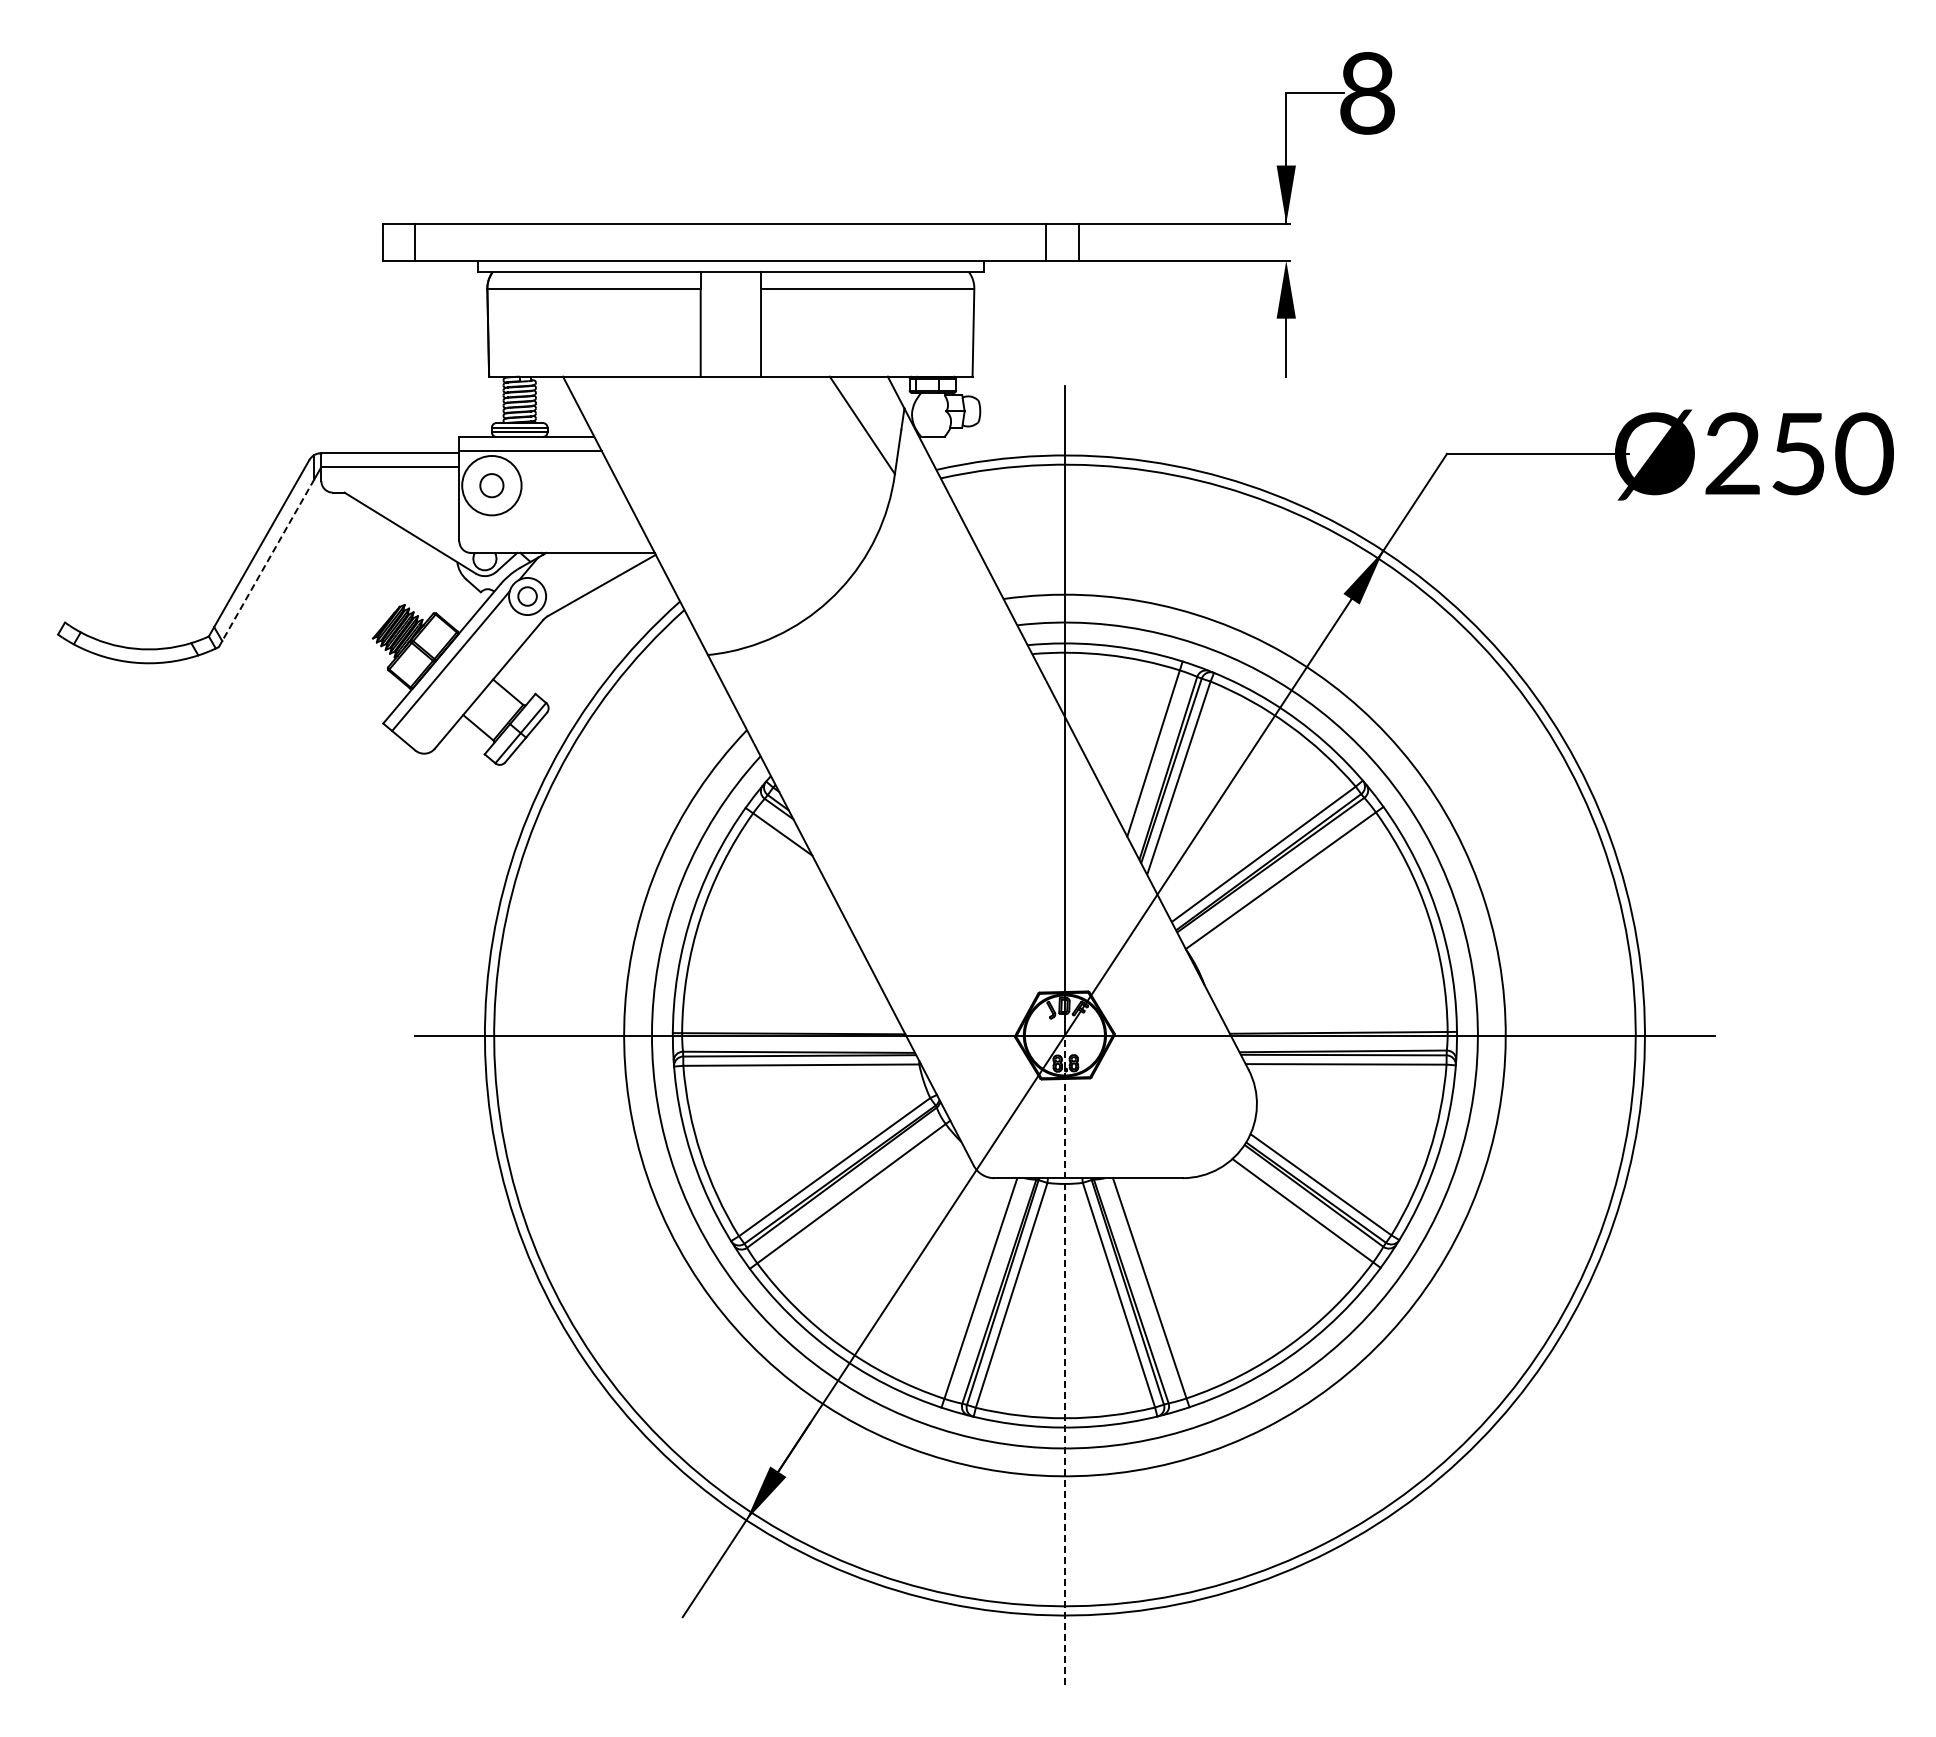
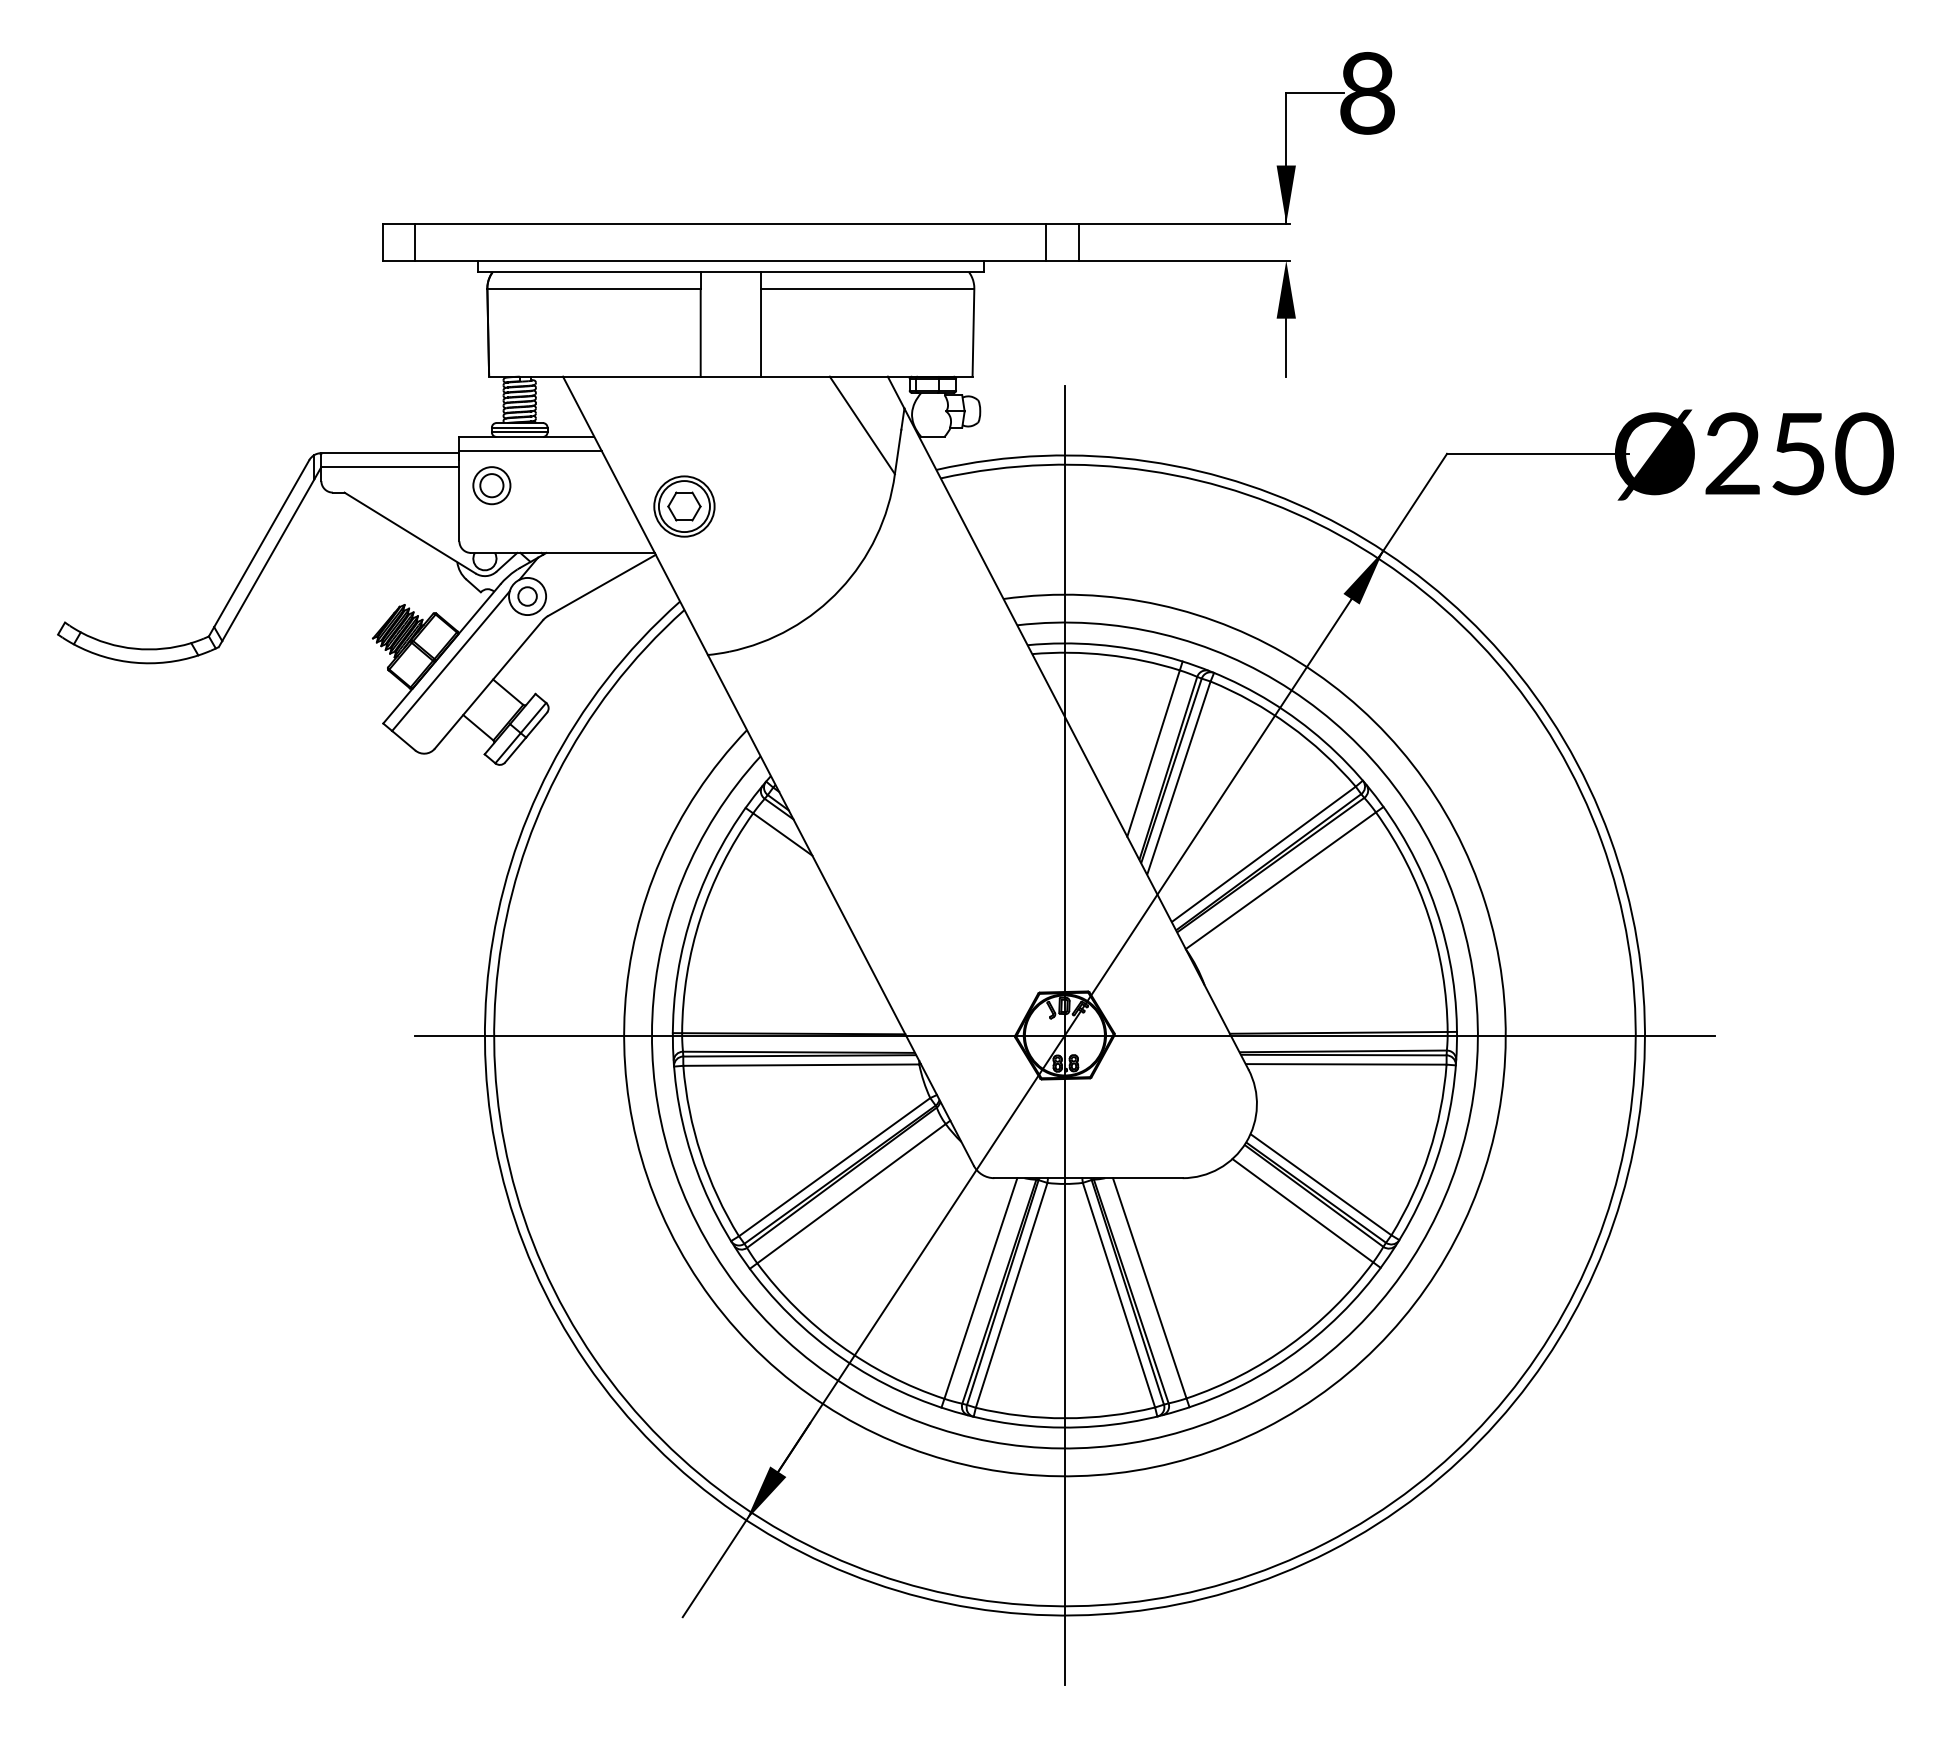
circle at (491, 485) diameter: 59 px -> 37 px
part at (684, 506): none -> present
line at (268, 560): dashed -> solid
line at (1064, 1360): dashed -> solid
